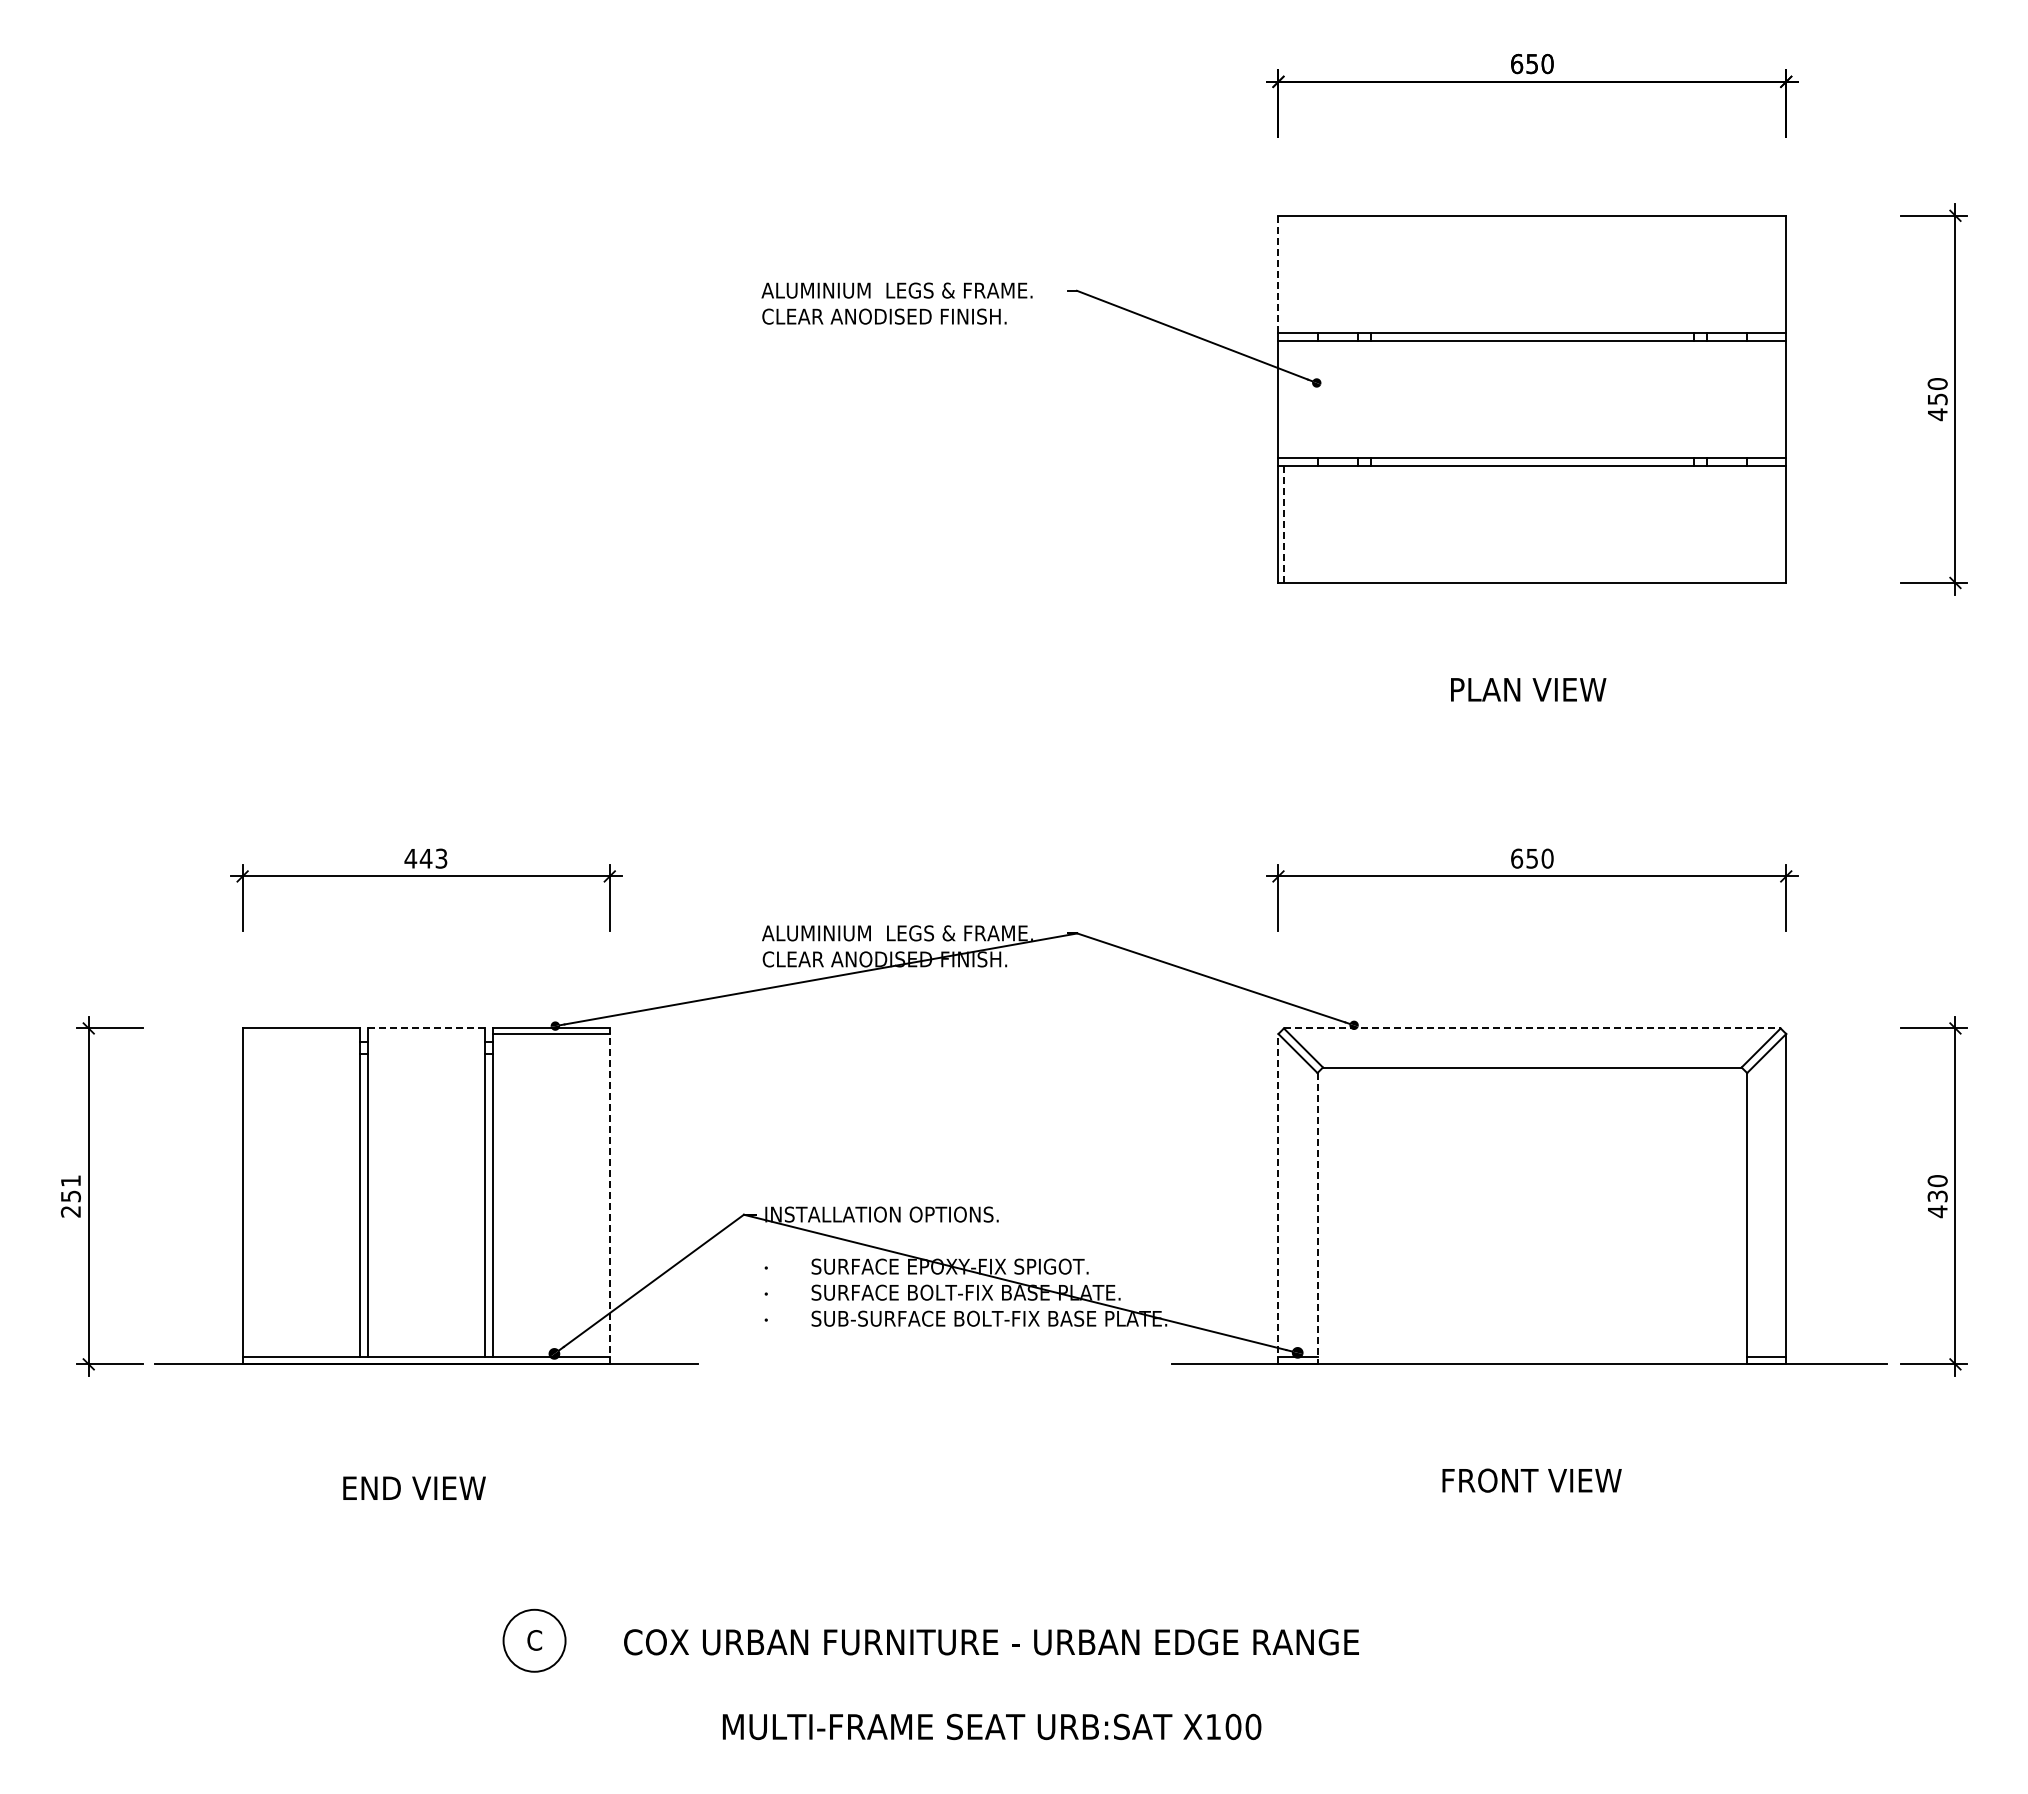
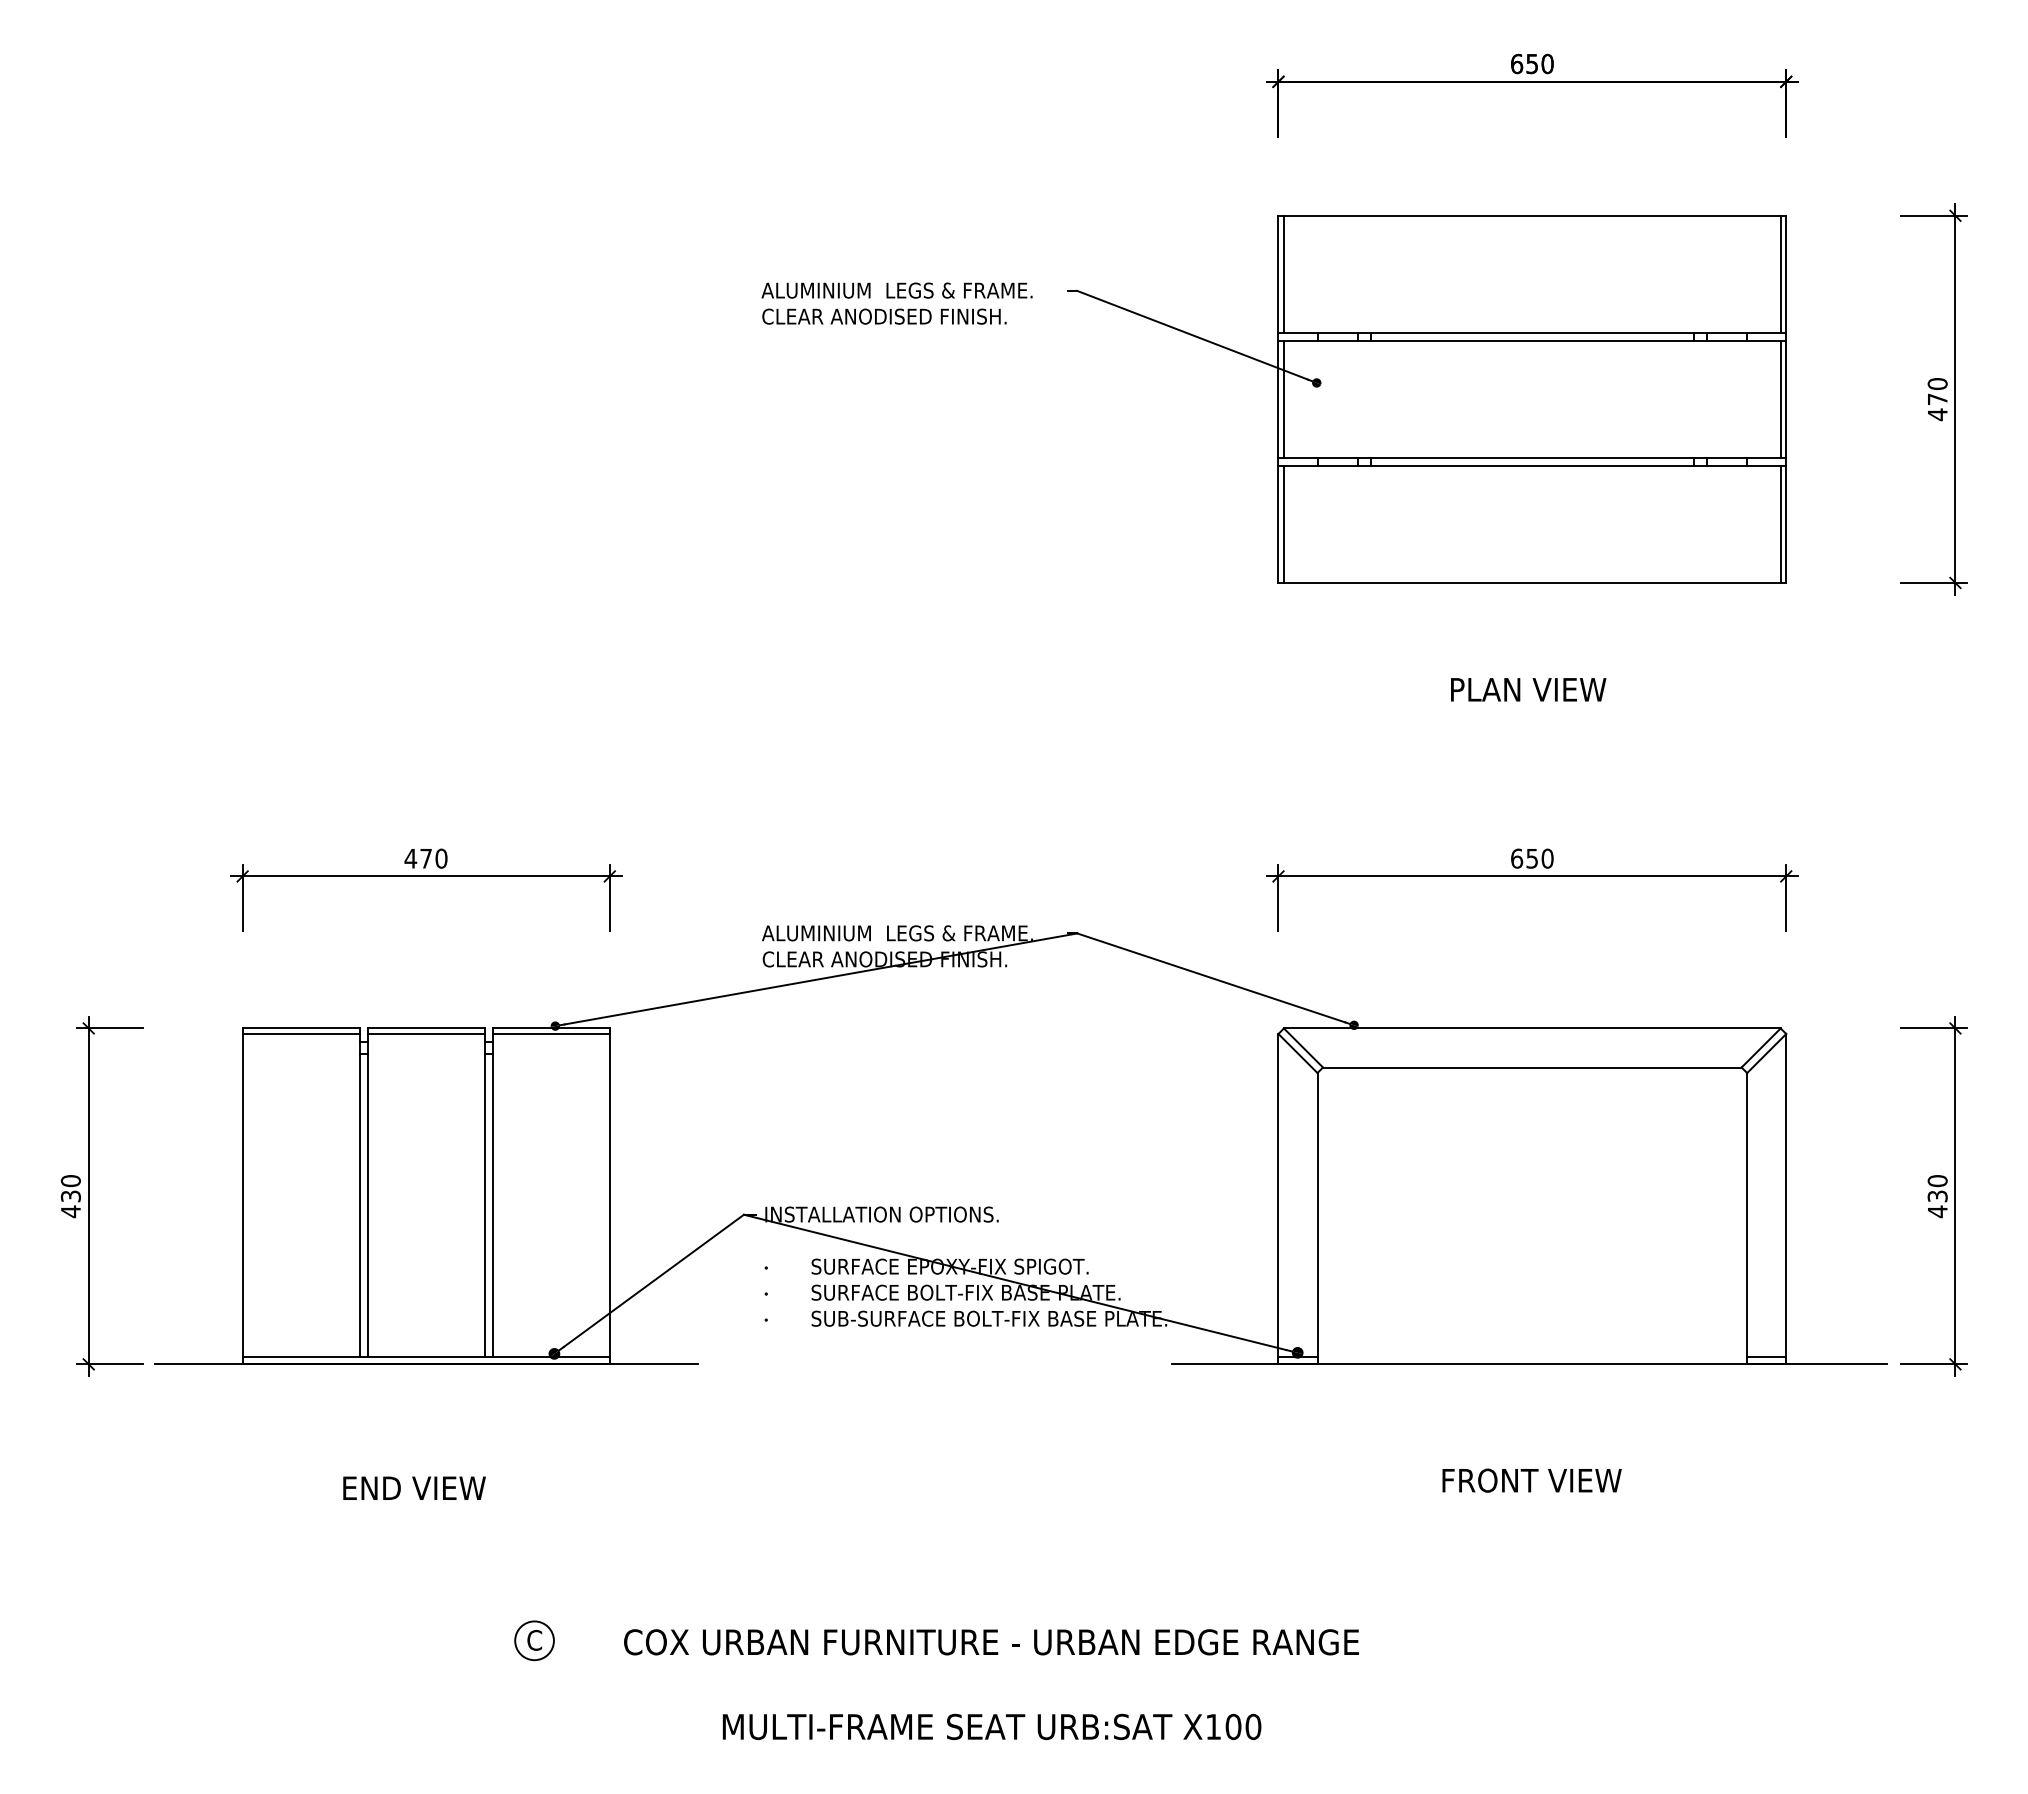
line at (1283, 273): none -> present
line at (1780, 273): none -> present
line at (1278, 274): dashed -> solid
line at (1283, 398): none -> present
line at (1780, 398): none -> present
text at (1937, 399): 450 -> 470
line at (1780, 523): none -> present
line at (1283, 524): dashed -> solid
text at (433, 858): 443 -> 470
line at (426, 1028): dashed -> solid
line at (1532, 1028): dashed -> solid
line at (300, 1034): none -> present
line at (425, 1034): none -> present
text at (70, 1196): 251 -> 430
line at (609, 1196): dashed -> solid
line at (1278, 1198): dashed -> solid
line at (1317, 1218): dashed -> solid
circle at (534, 1640) diameter: 62 px -> 39 px
